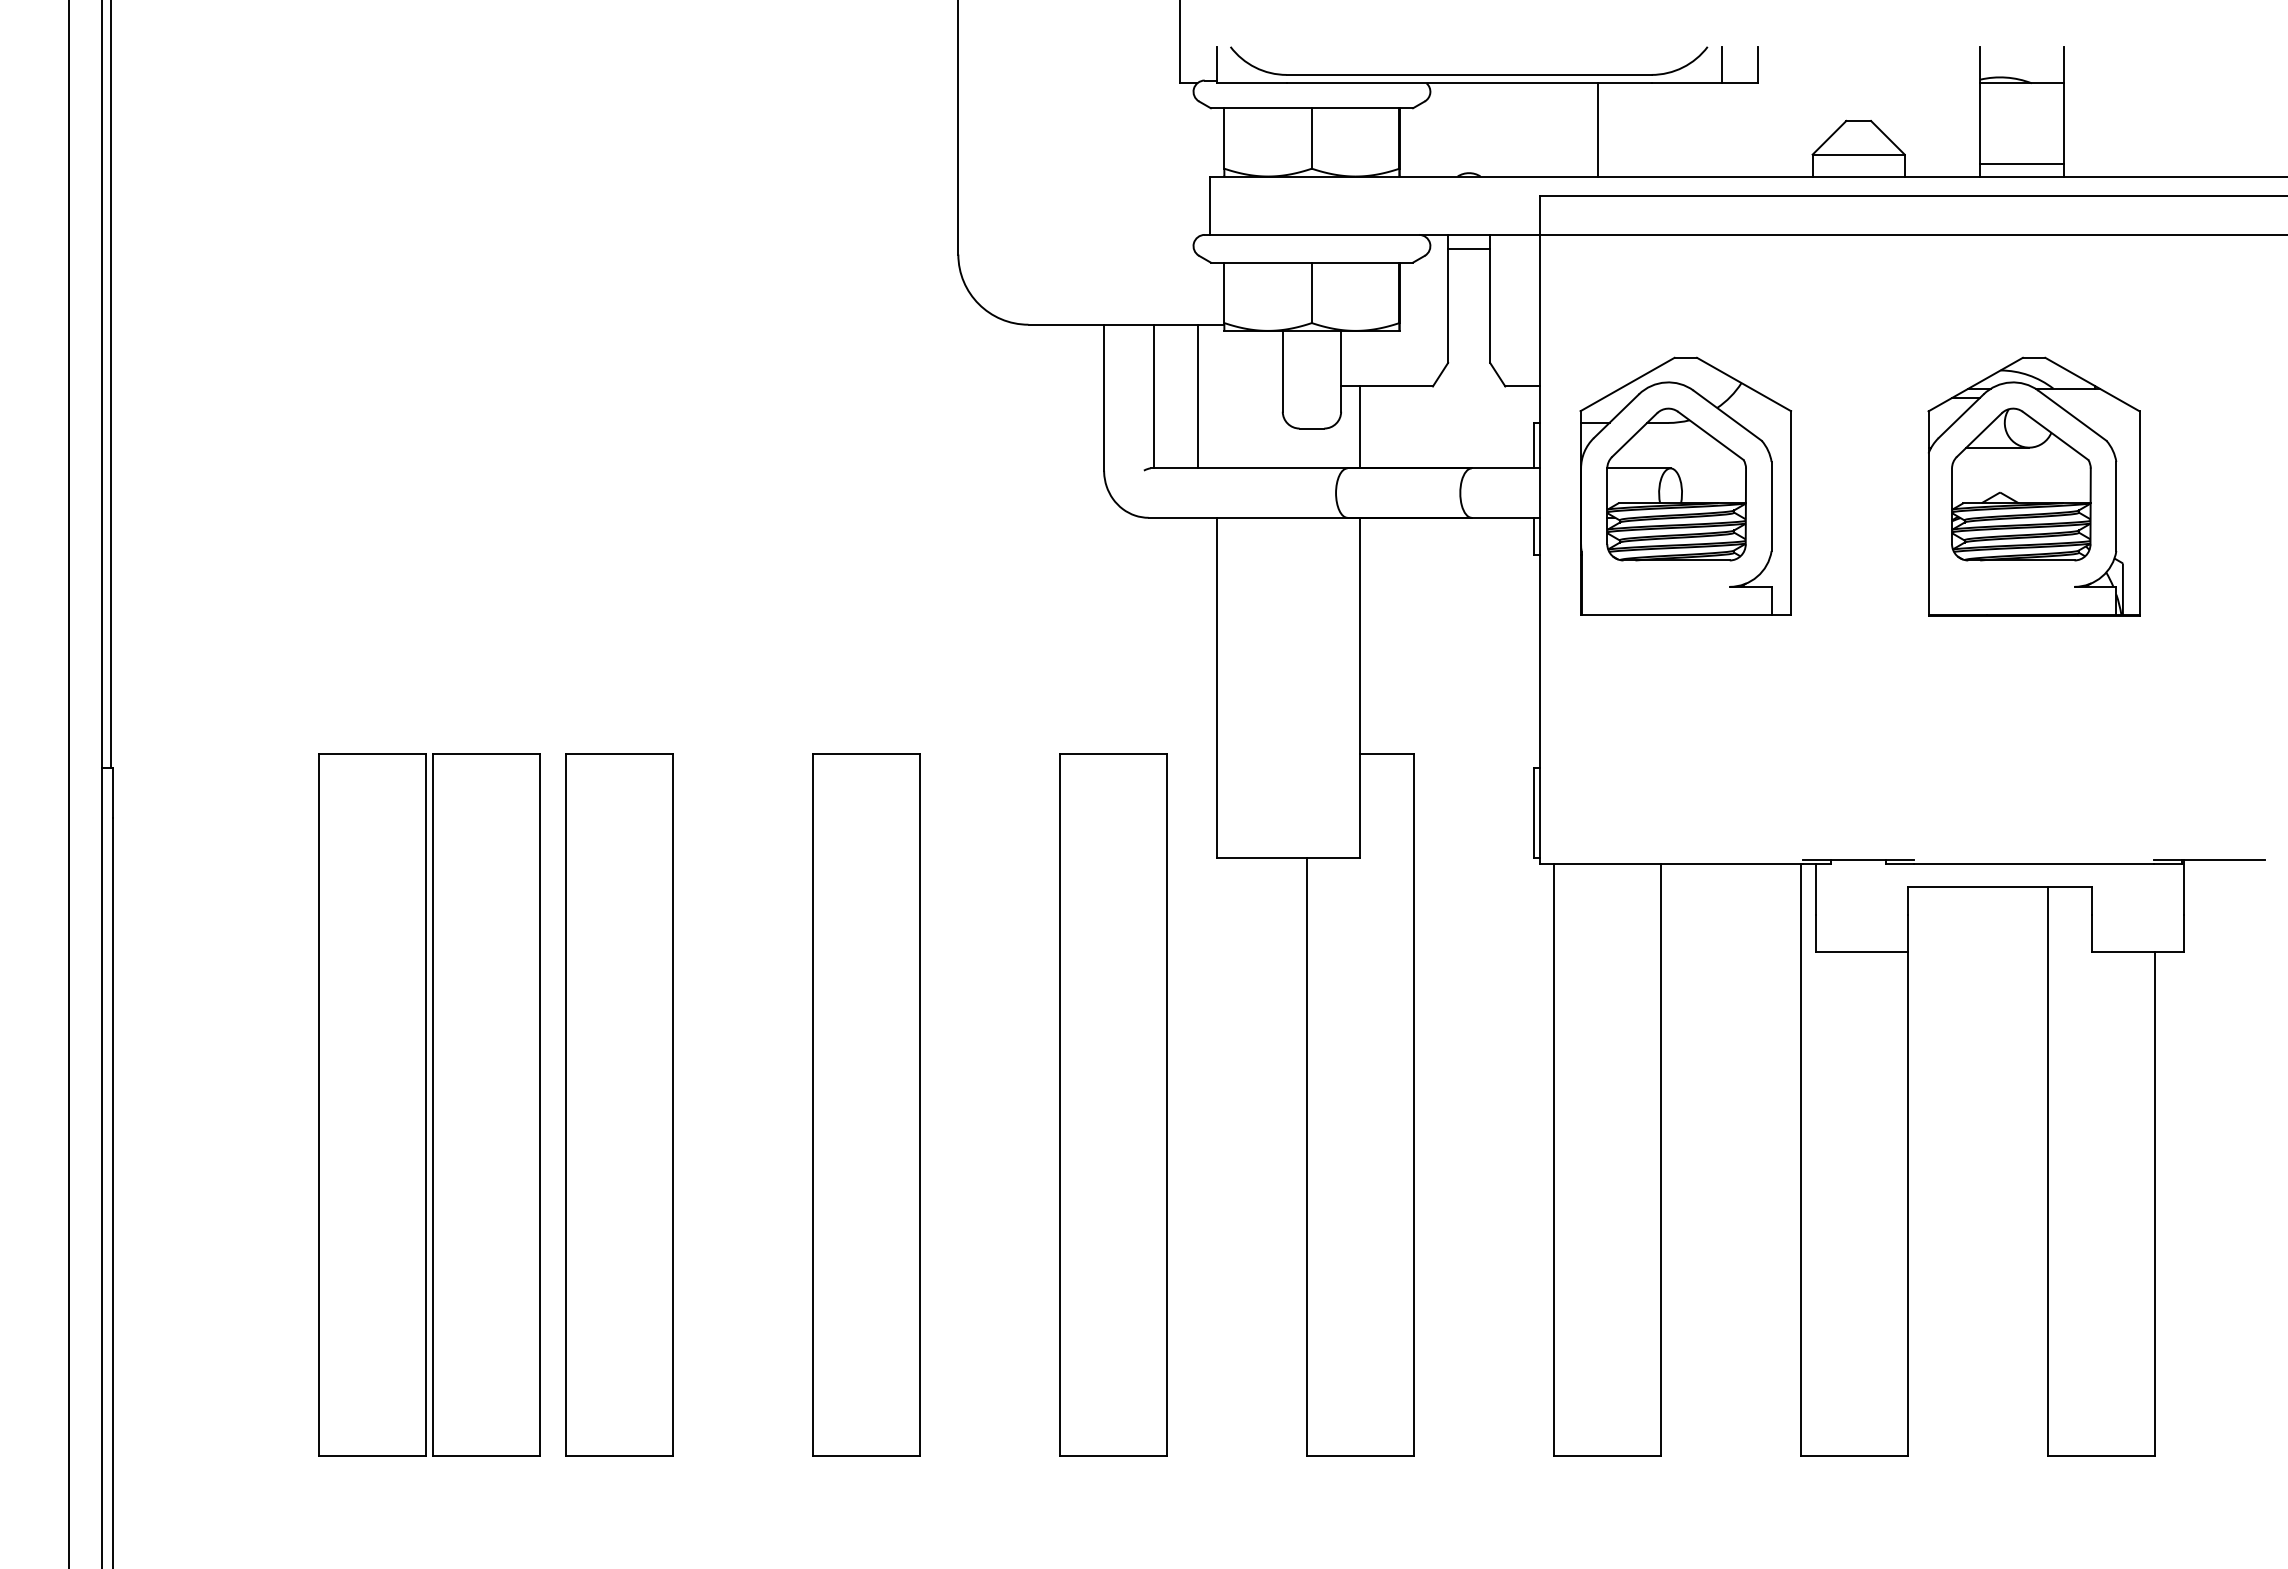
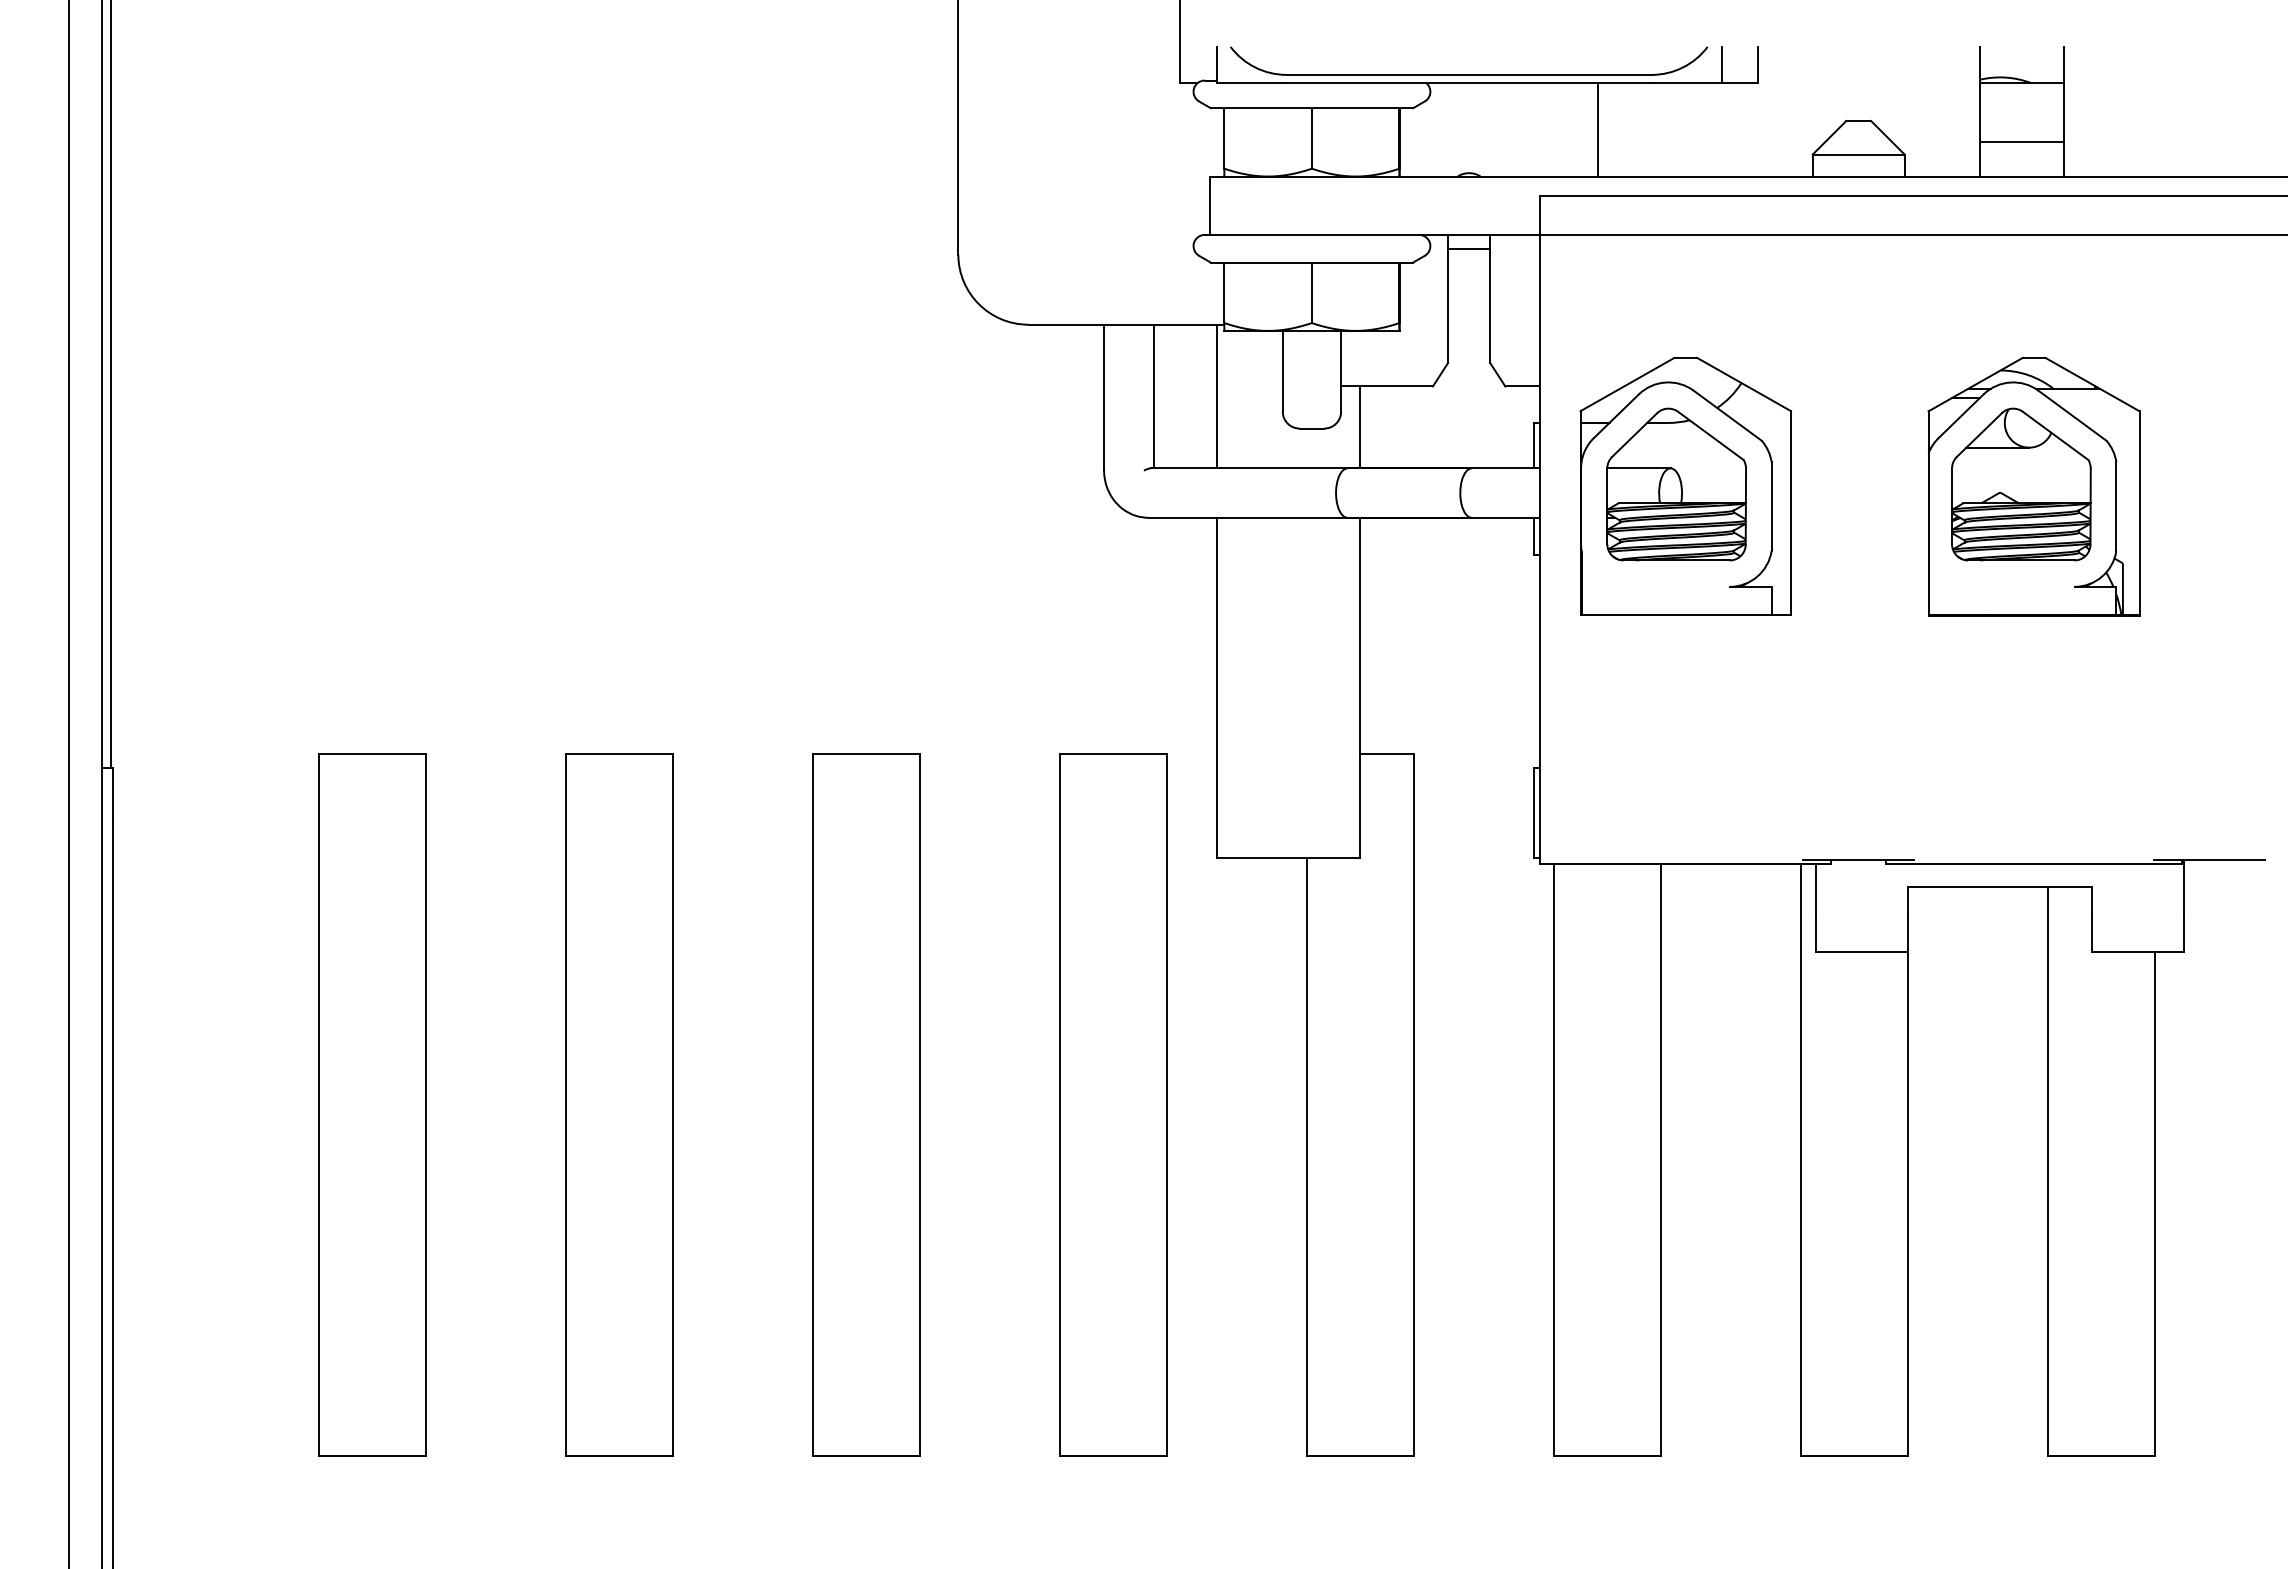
line at (2021, 164) position: (2021, 164) -> (2021, 142)
line at (1197, 396) position: (1197, 396) -> (1216, 396)
part at (486, 1104): present -> none
